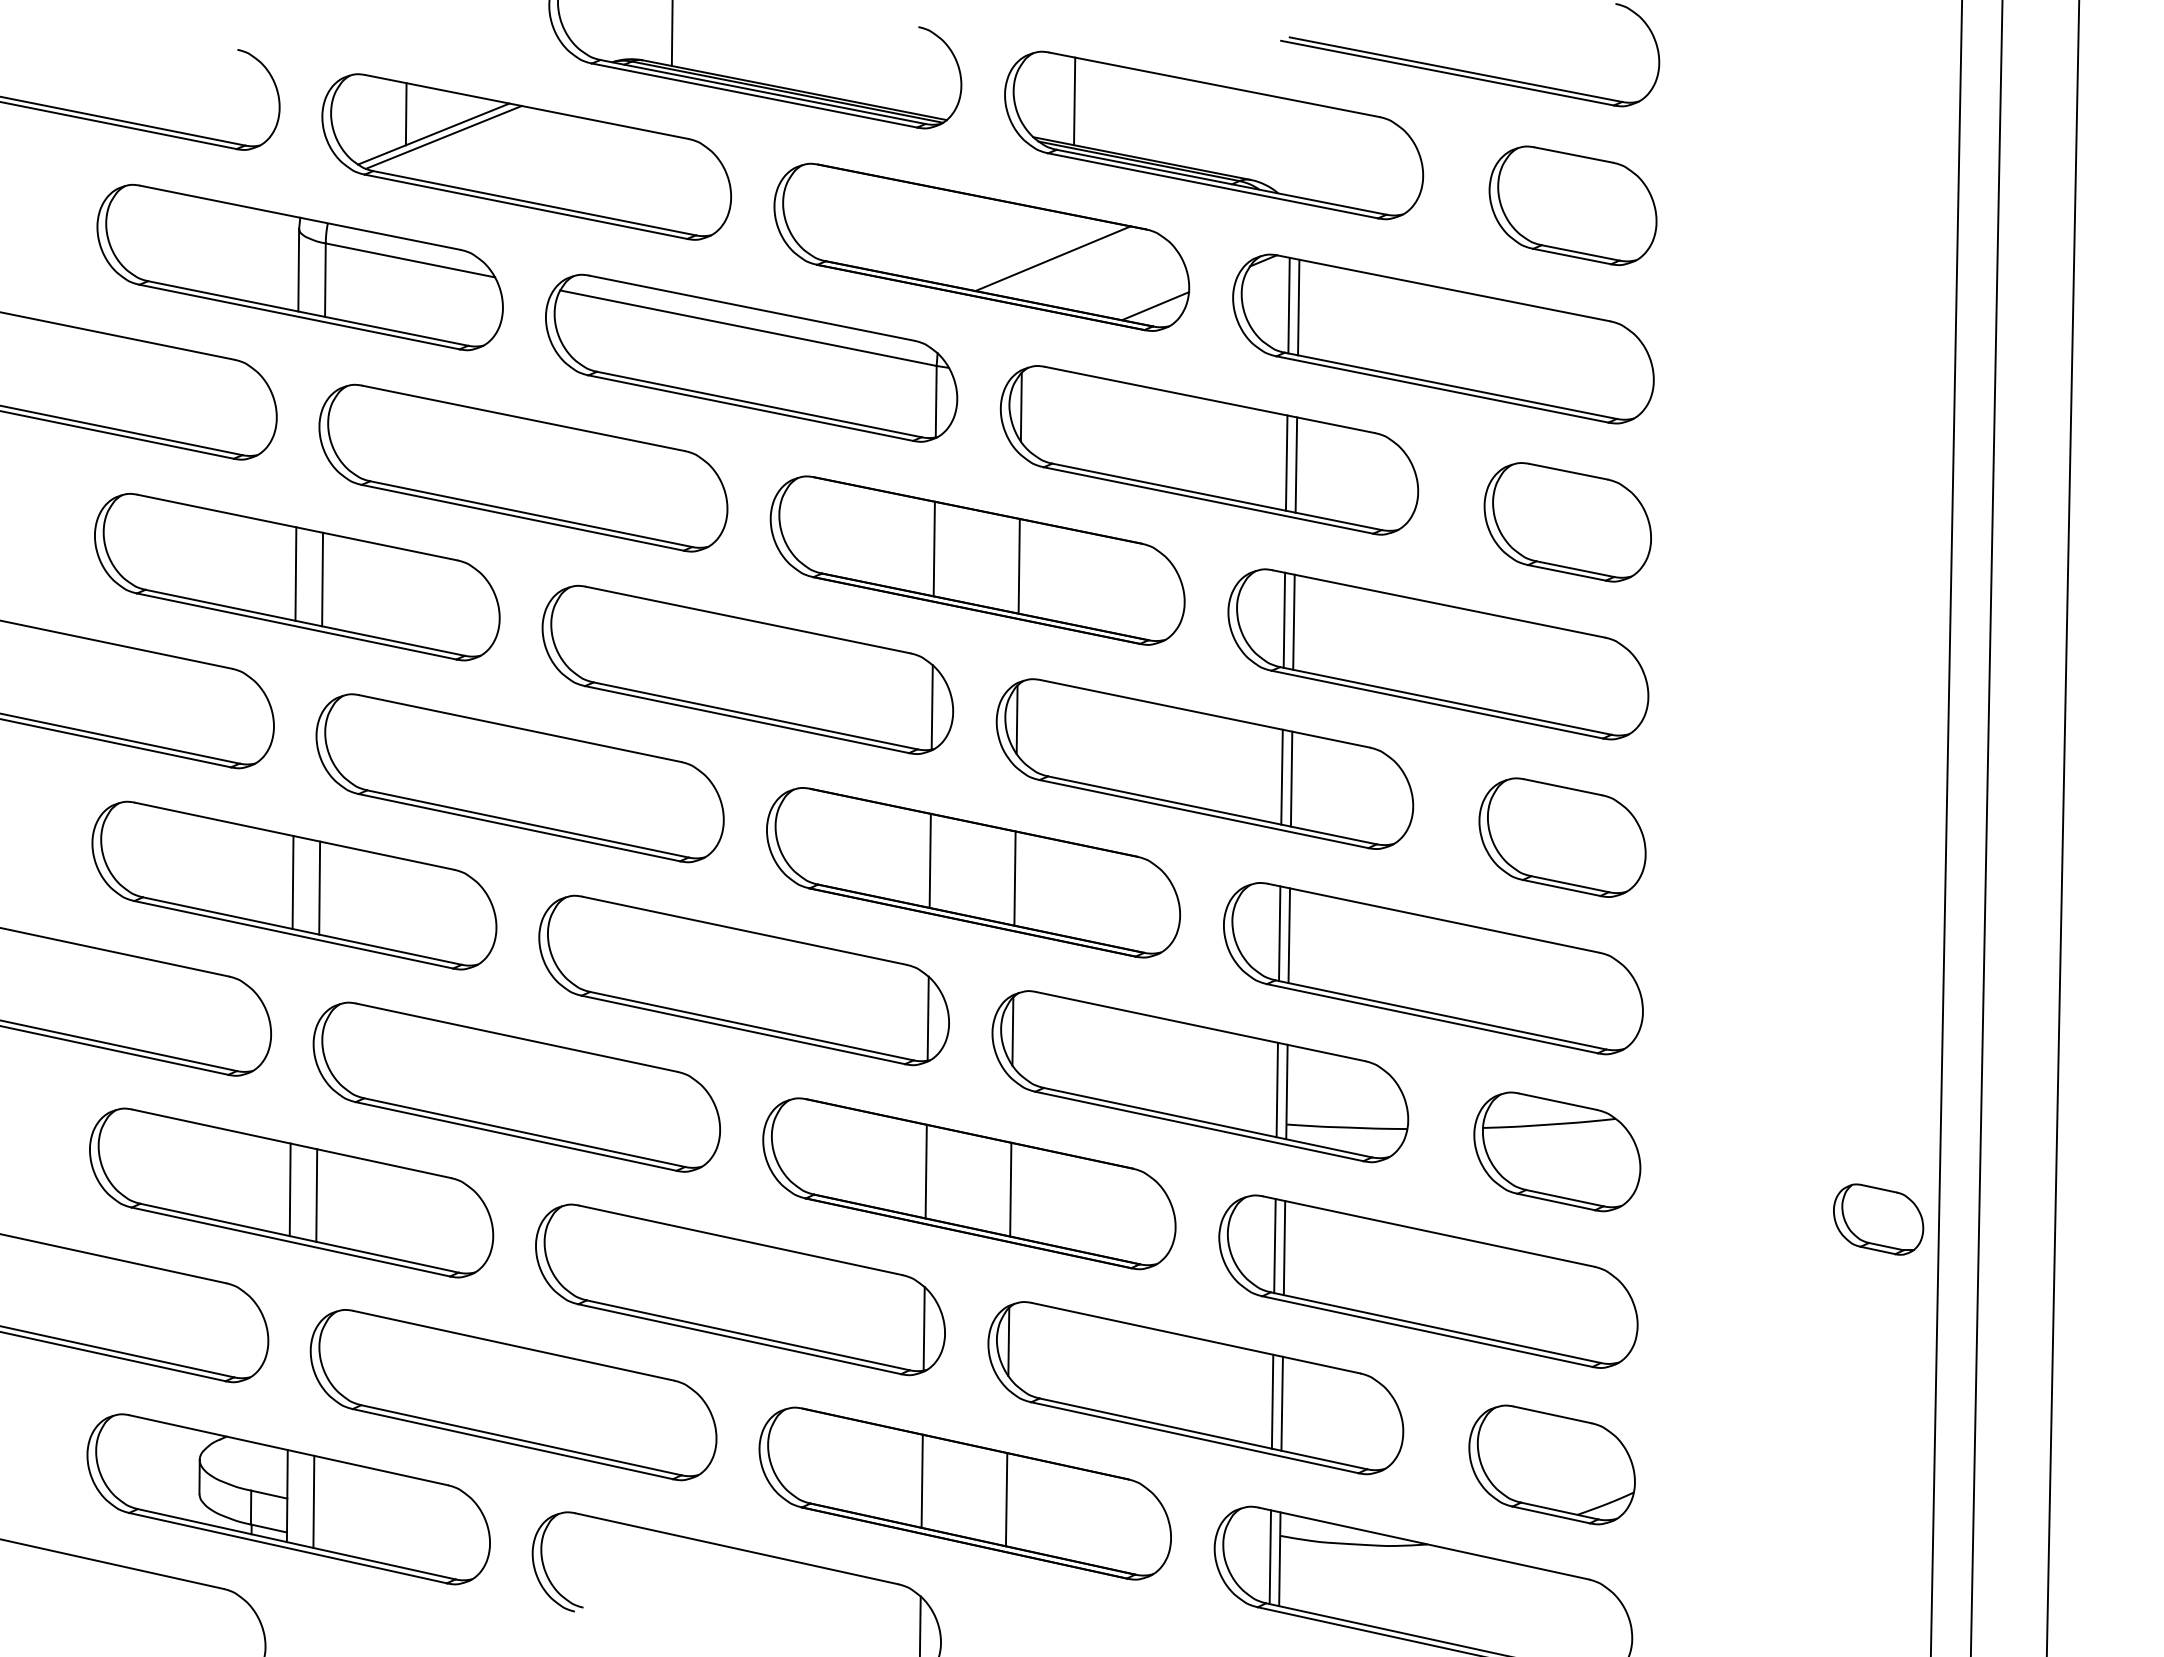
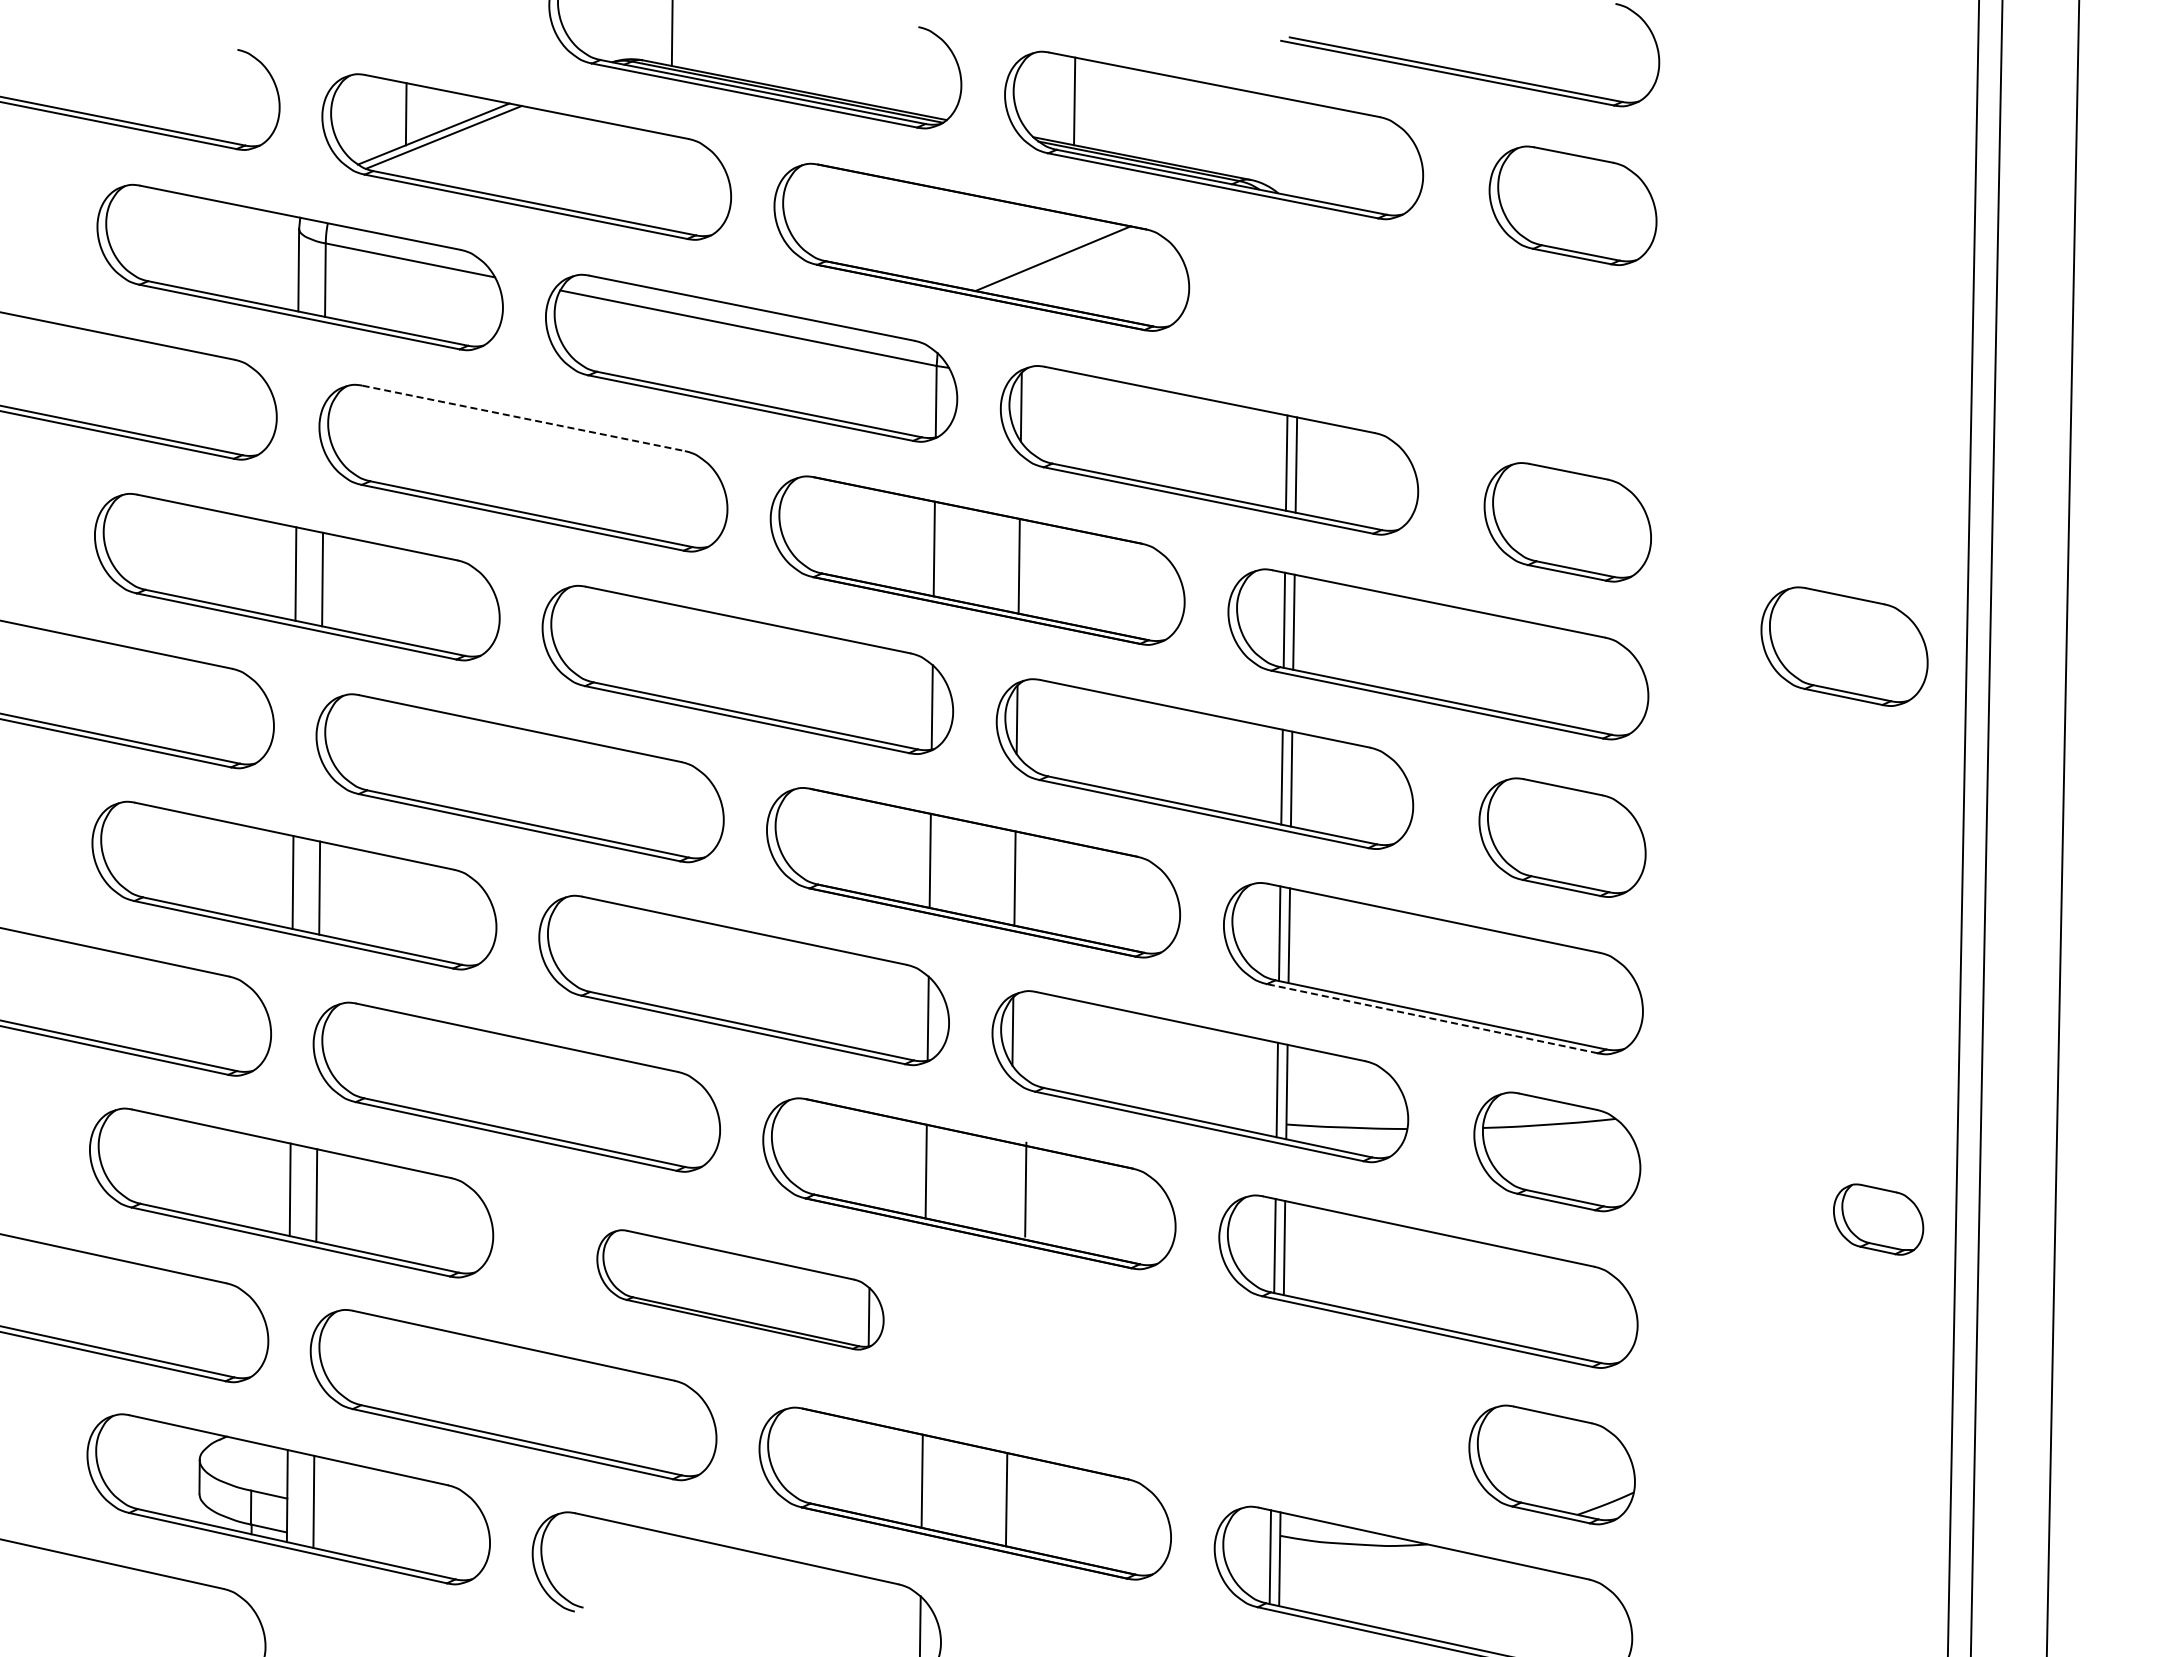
line at (1155, 306): present -> none
part at (1443, 338): present -> none
line at (524, 418): solid -> dashed
part at (1844, 646): none -> present
line at (1946, 827) position: (1946, 827) -> (1963, 827)
line at (1431, 1018): solid -> dashed
line at (1010, 1189) position: (1010, 1189) -> (1025, 1189)
part at (740, 1289) size: 411x174 px -> 289x122 px
part at (1195, 1388): present -> none
